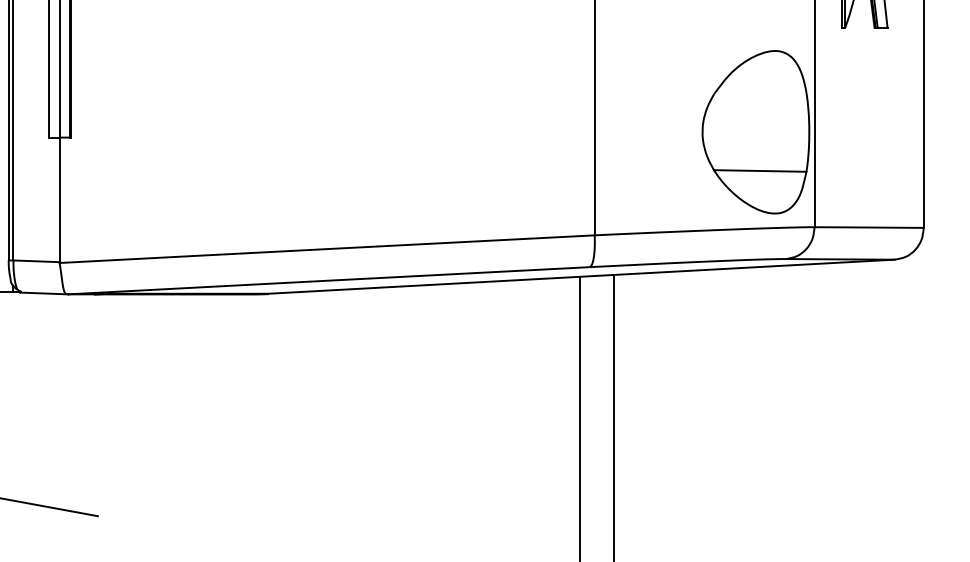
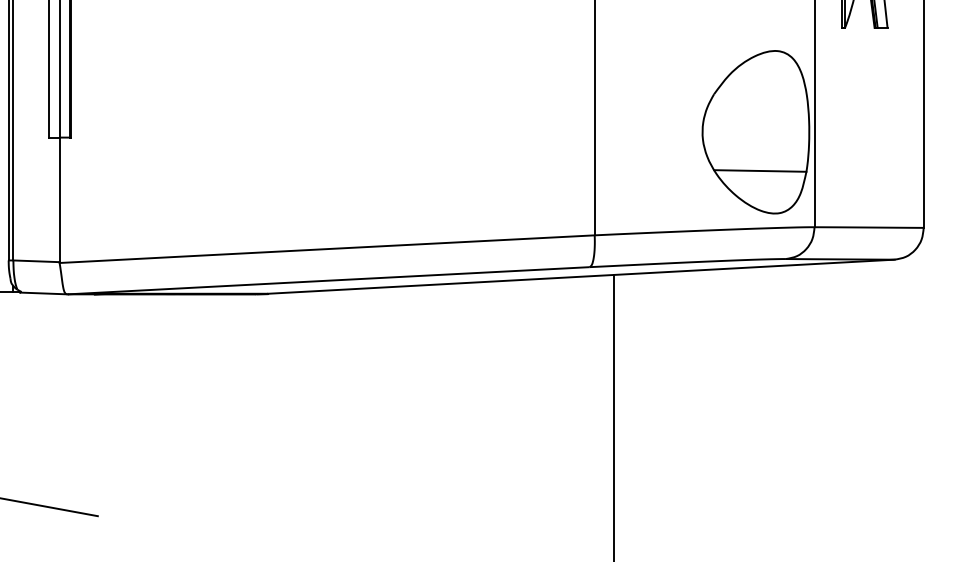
line at (579, 417): present -> none
